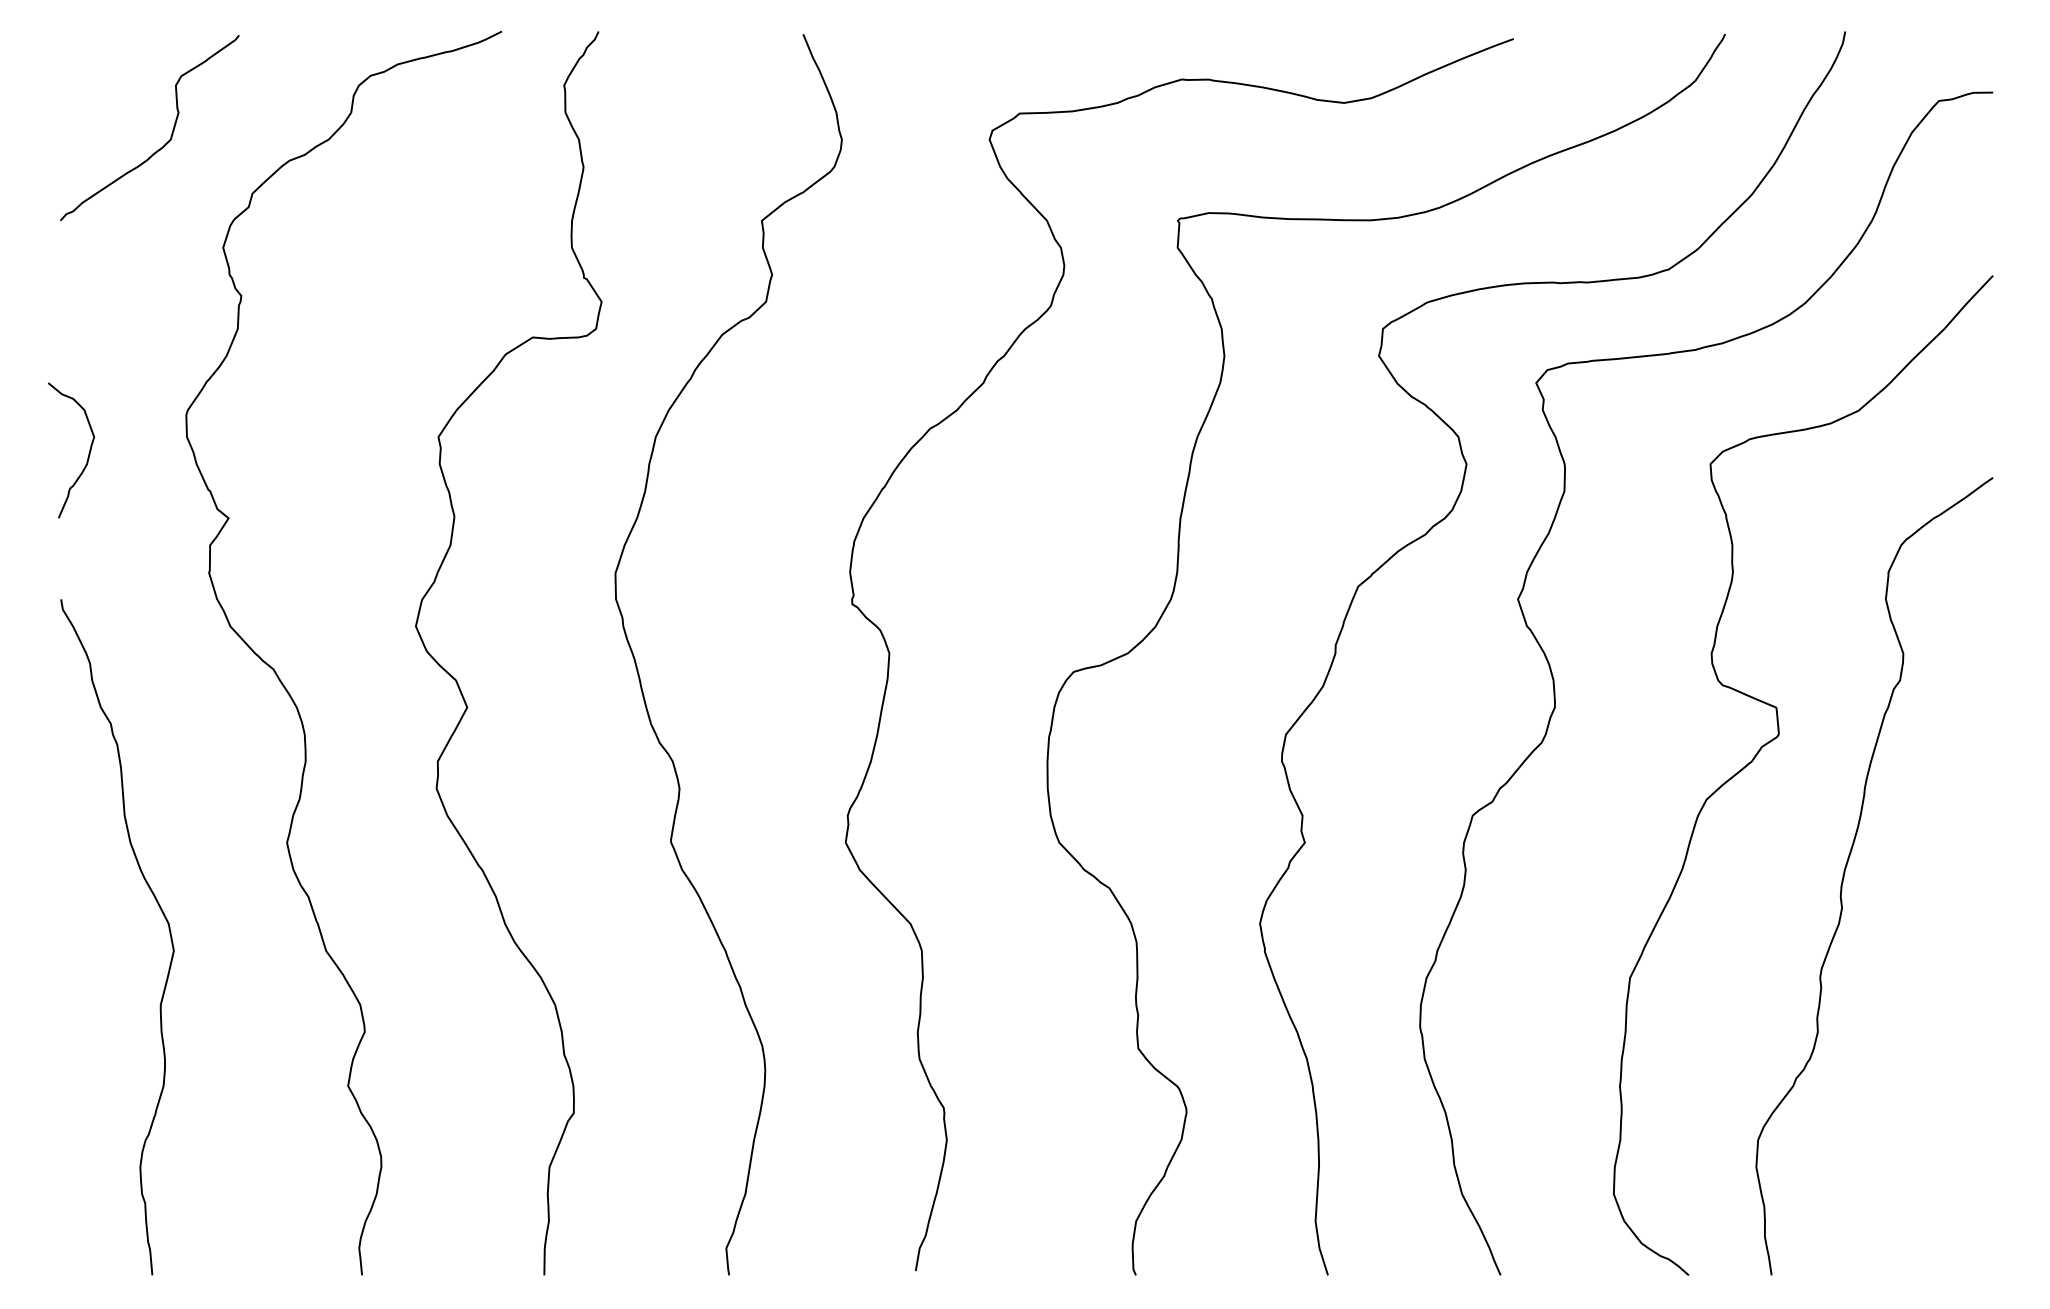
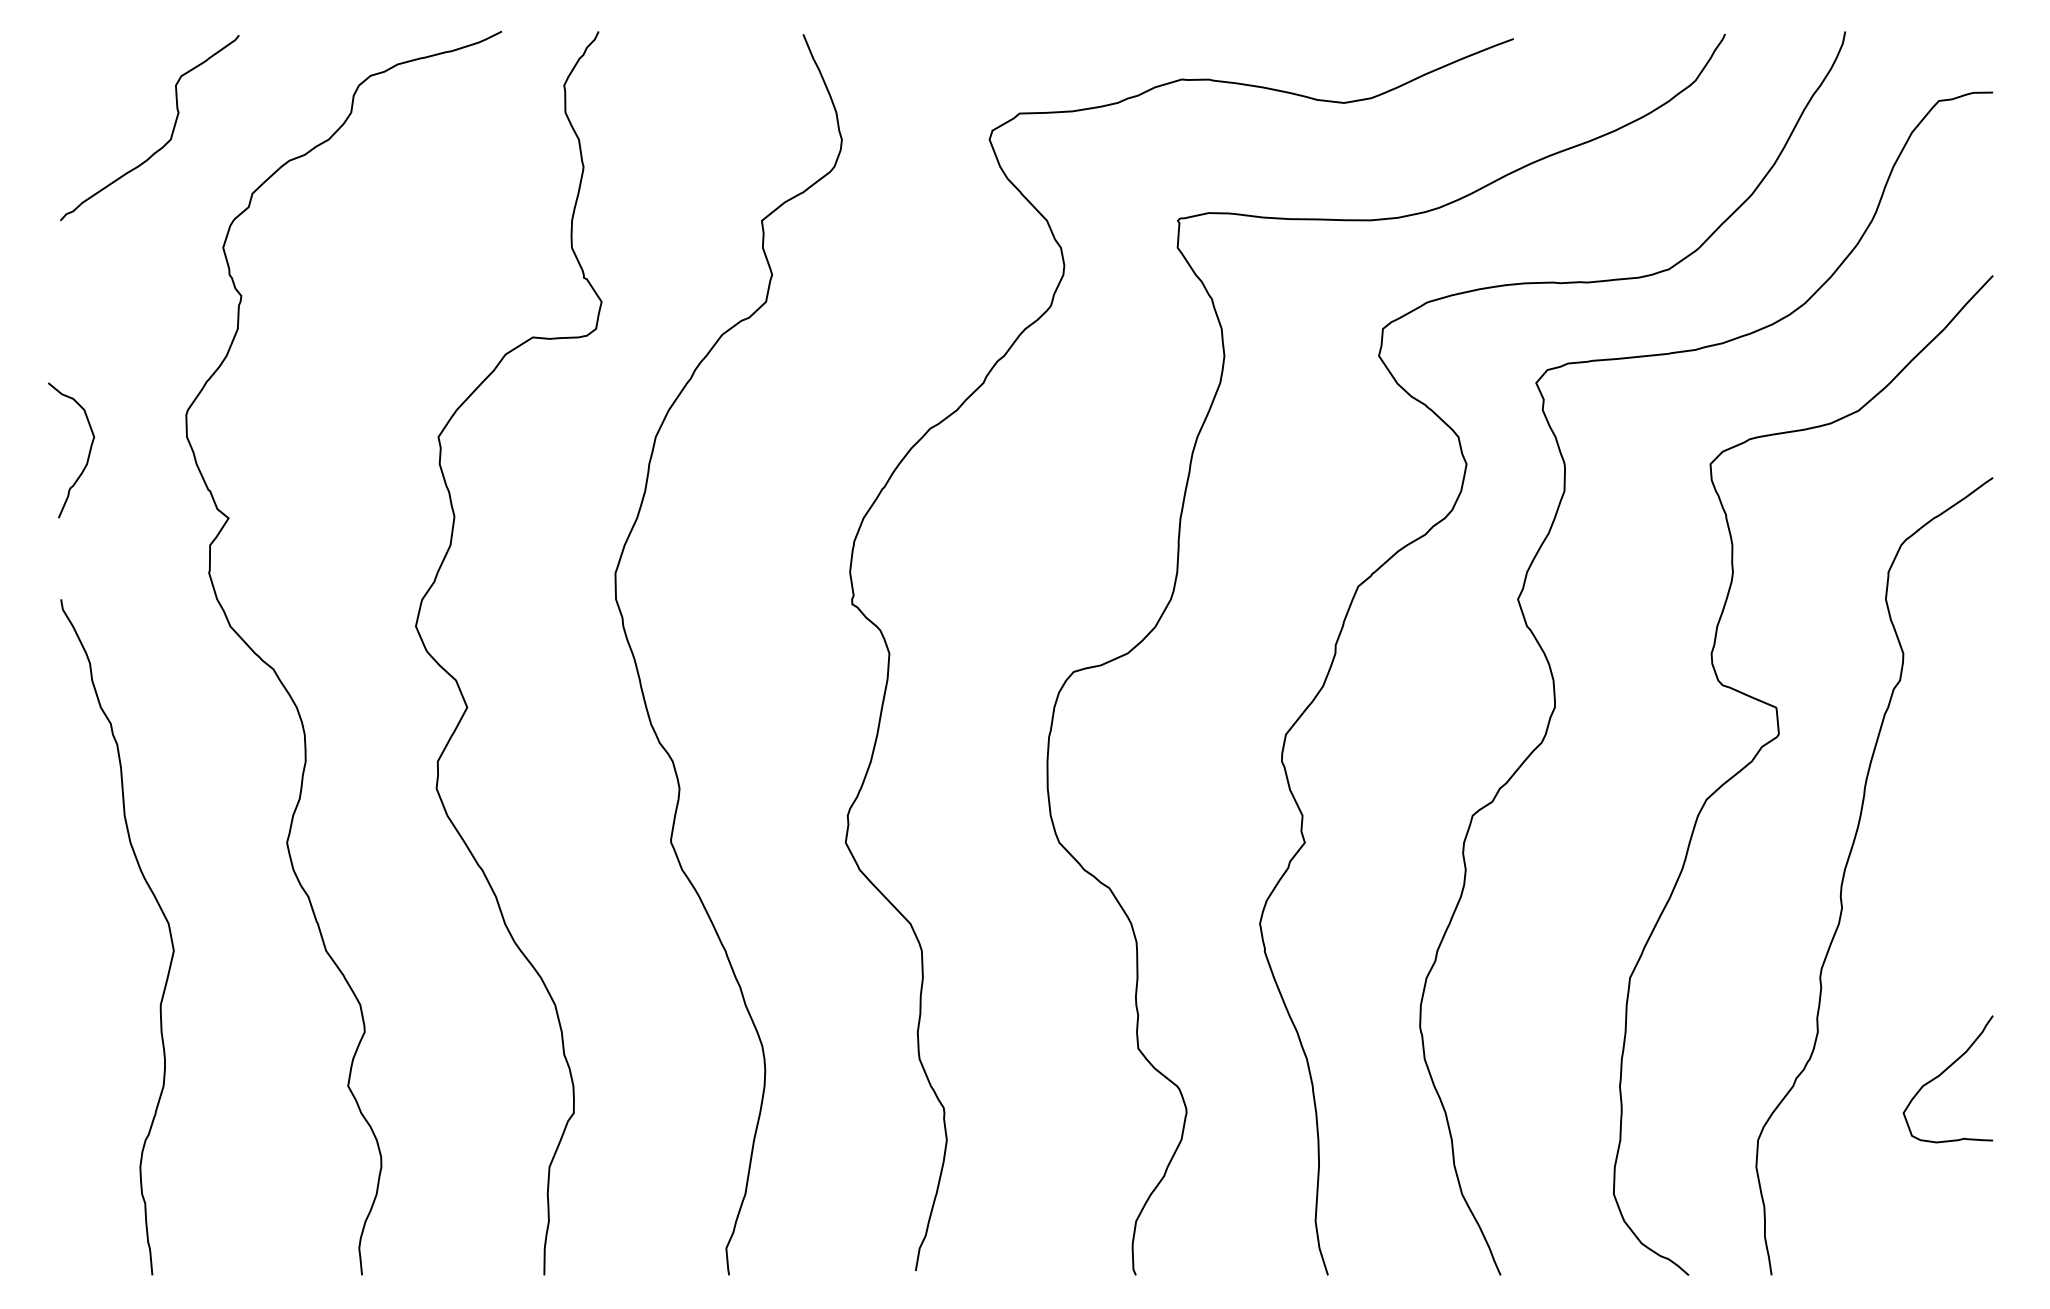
curve at (1942, 1074): none -> present
